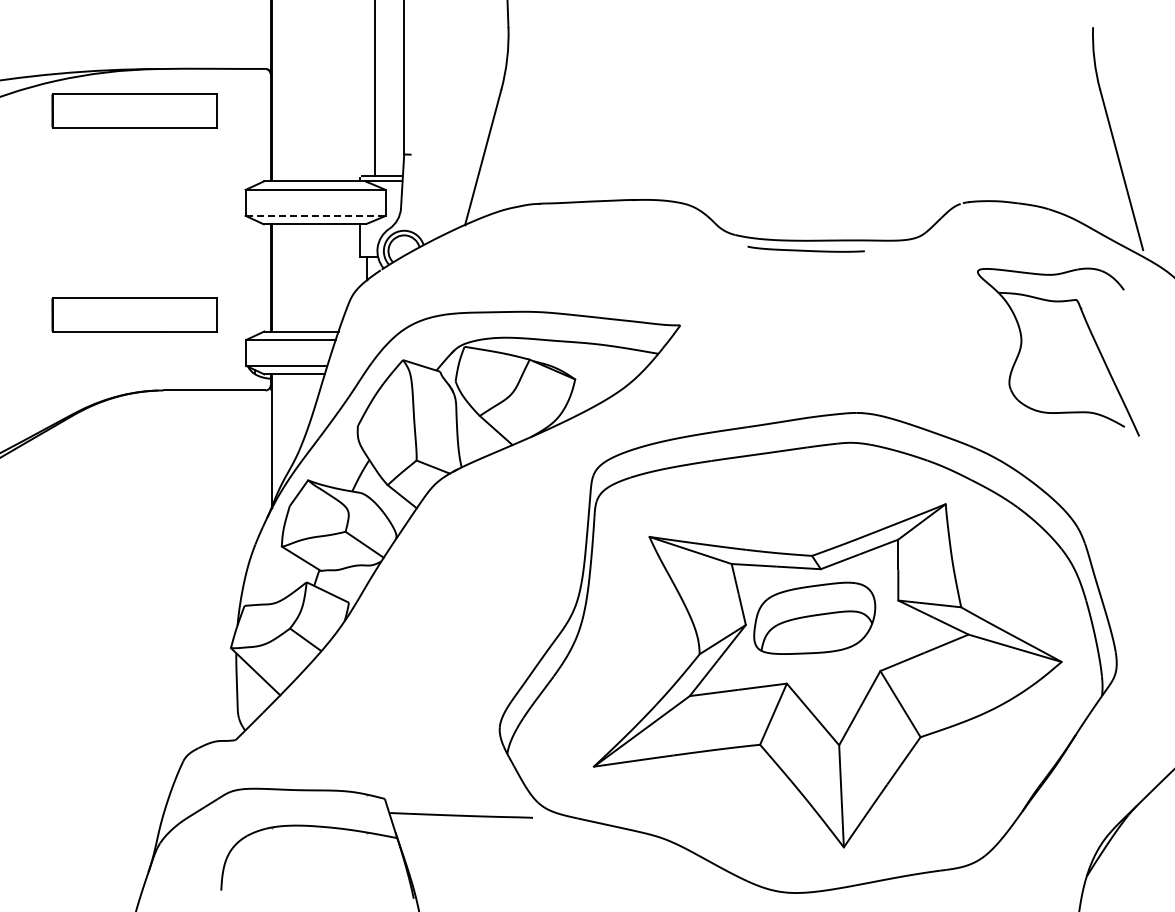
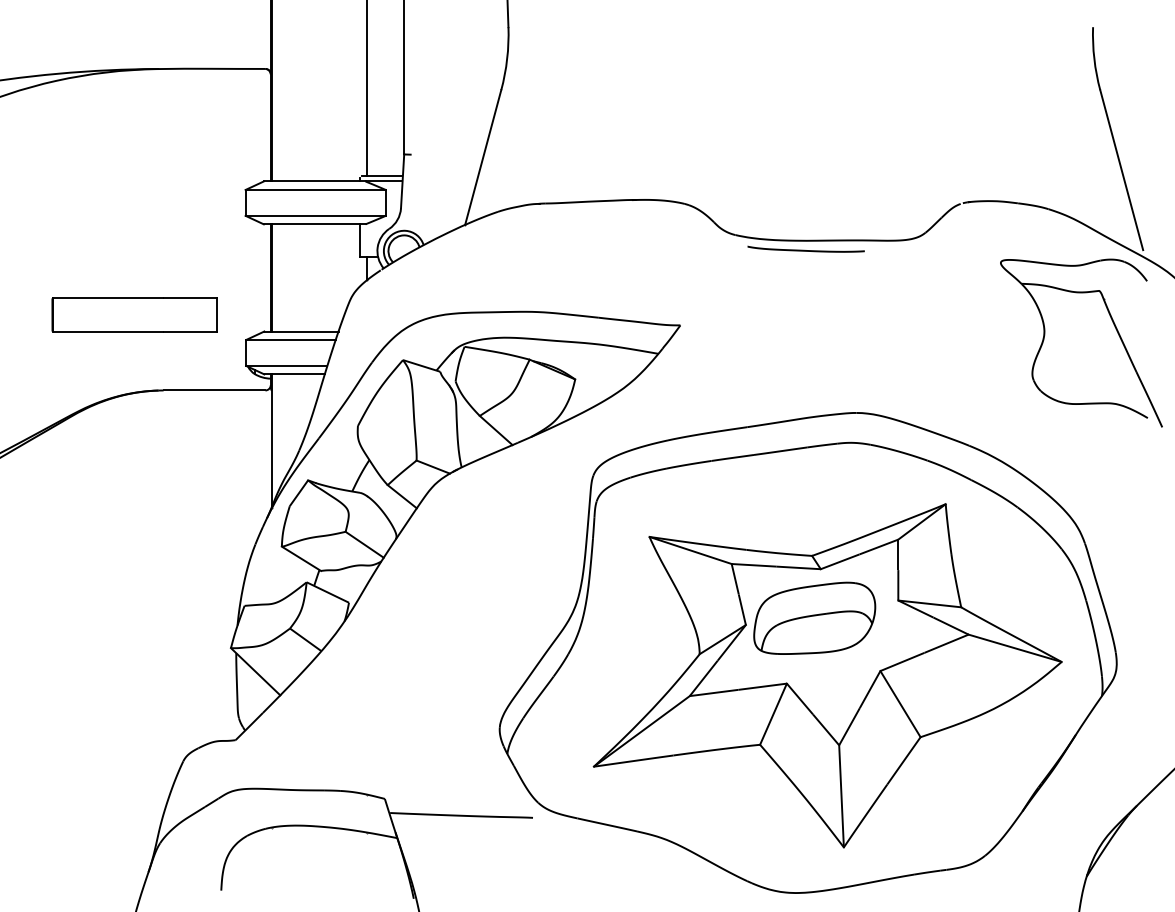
line at (375, 89) position: (375, 89) -> (367, 89)
part at (134, 110): present -> none
line at (316, 215): dashed -> solid
part at (1091, 336) position: (1091, 336) -> (1114, 327)
